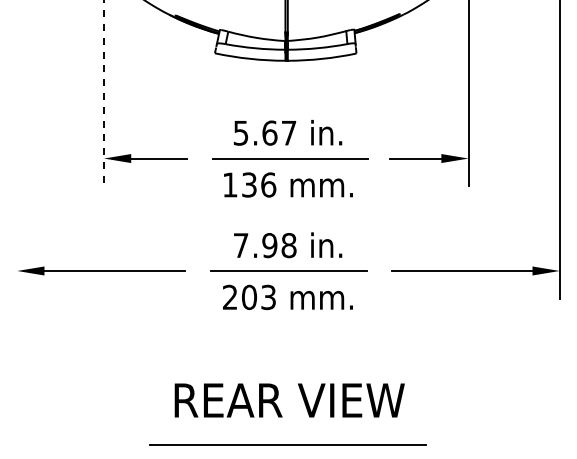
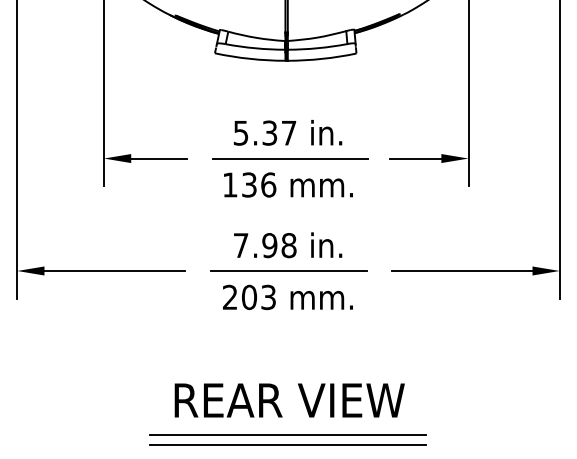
line at (104, 93): dashed -> solid
text at (269, 132): 5.67 -> 5.37
line at (17, 150): none -> present
line at (287, 435): none -> present
